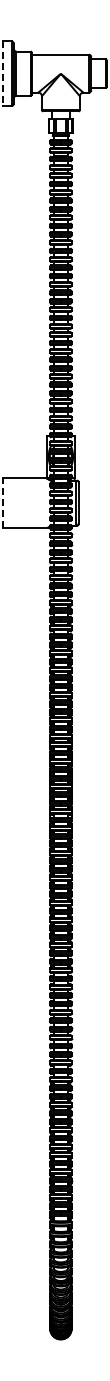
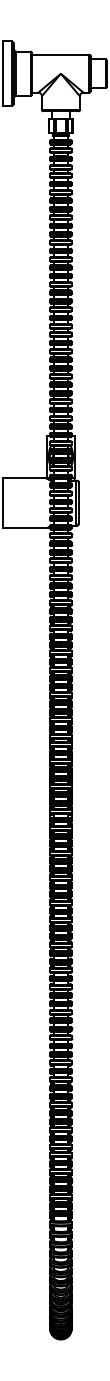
line at (3, 74): dashed -> solid
line at (3, 502): dashed -> solid
